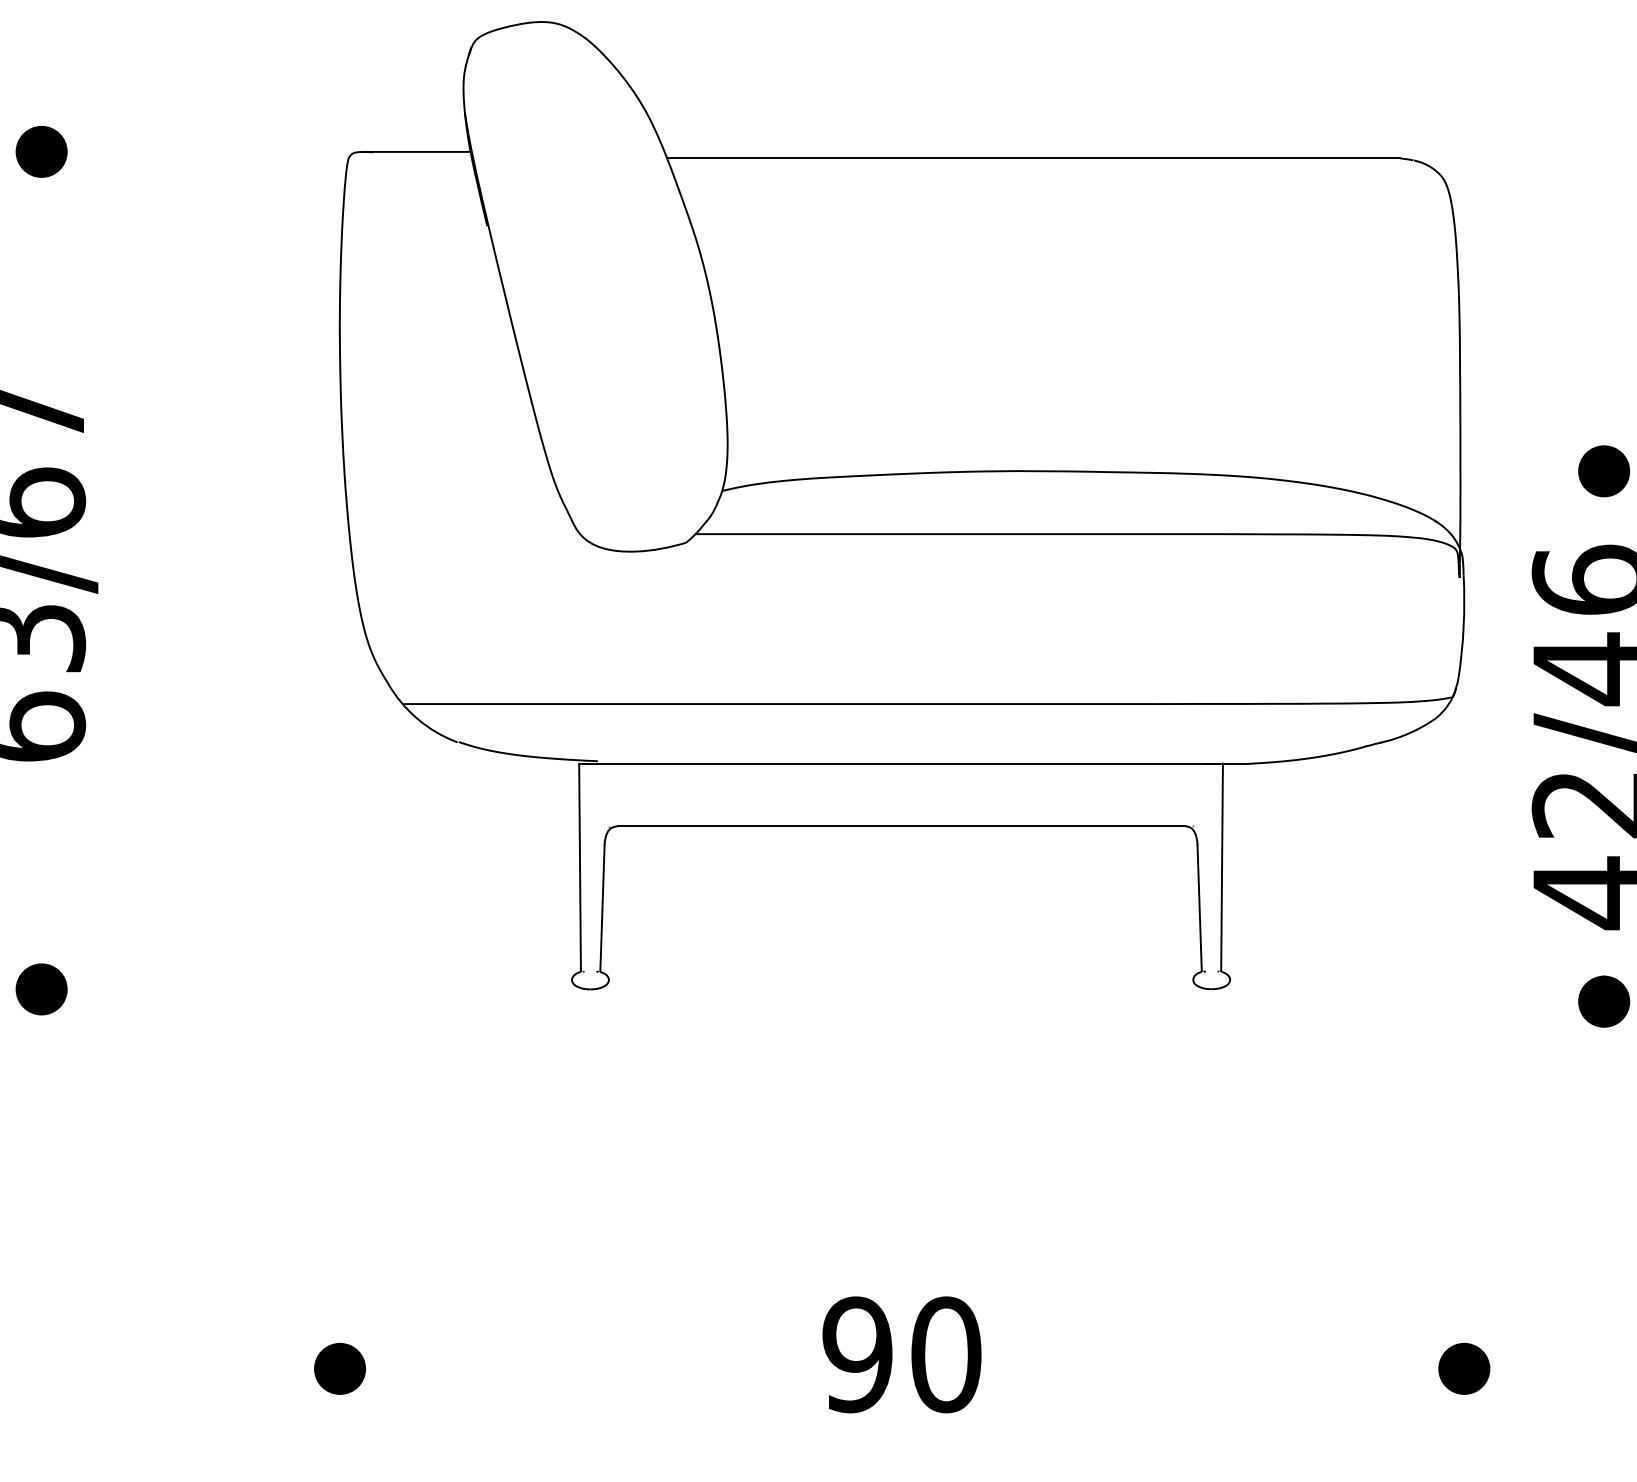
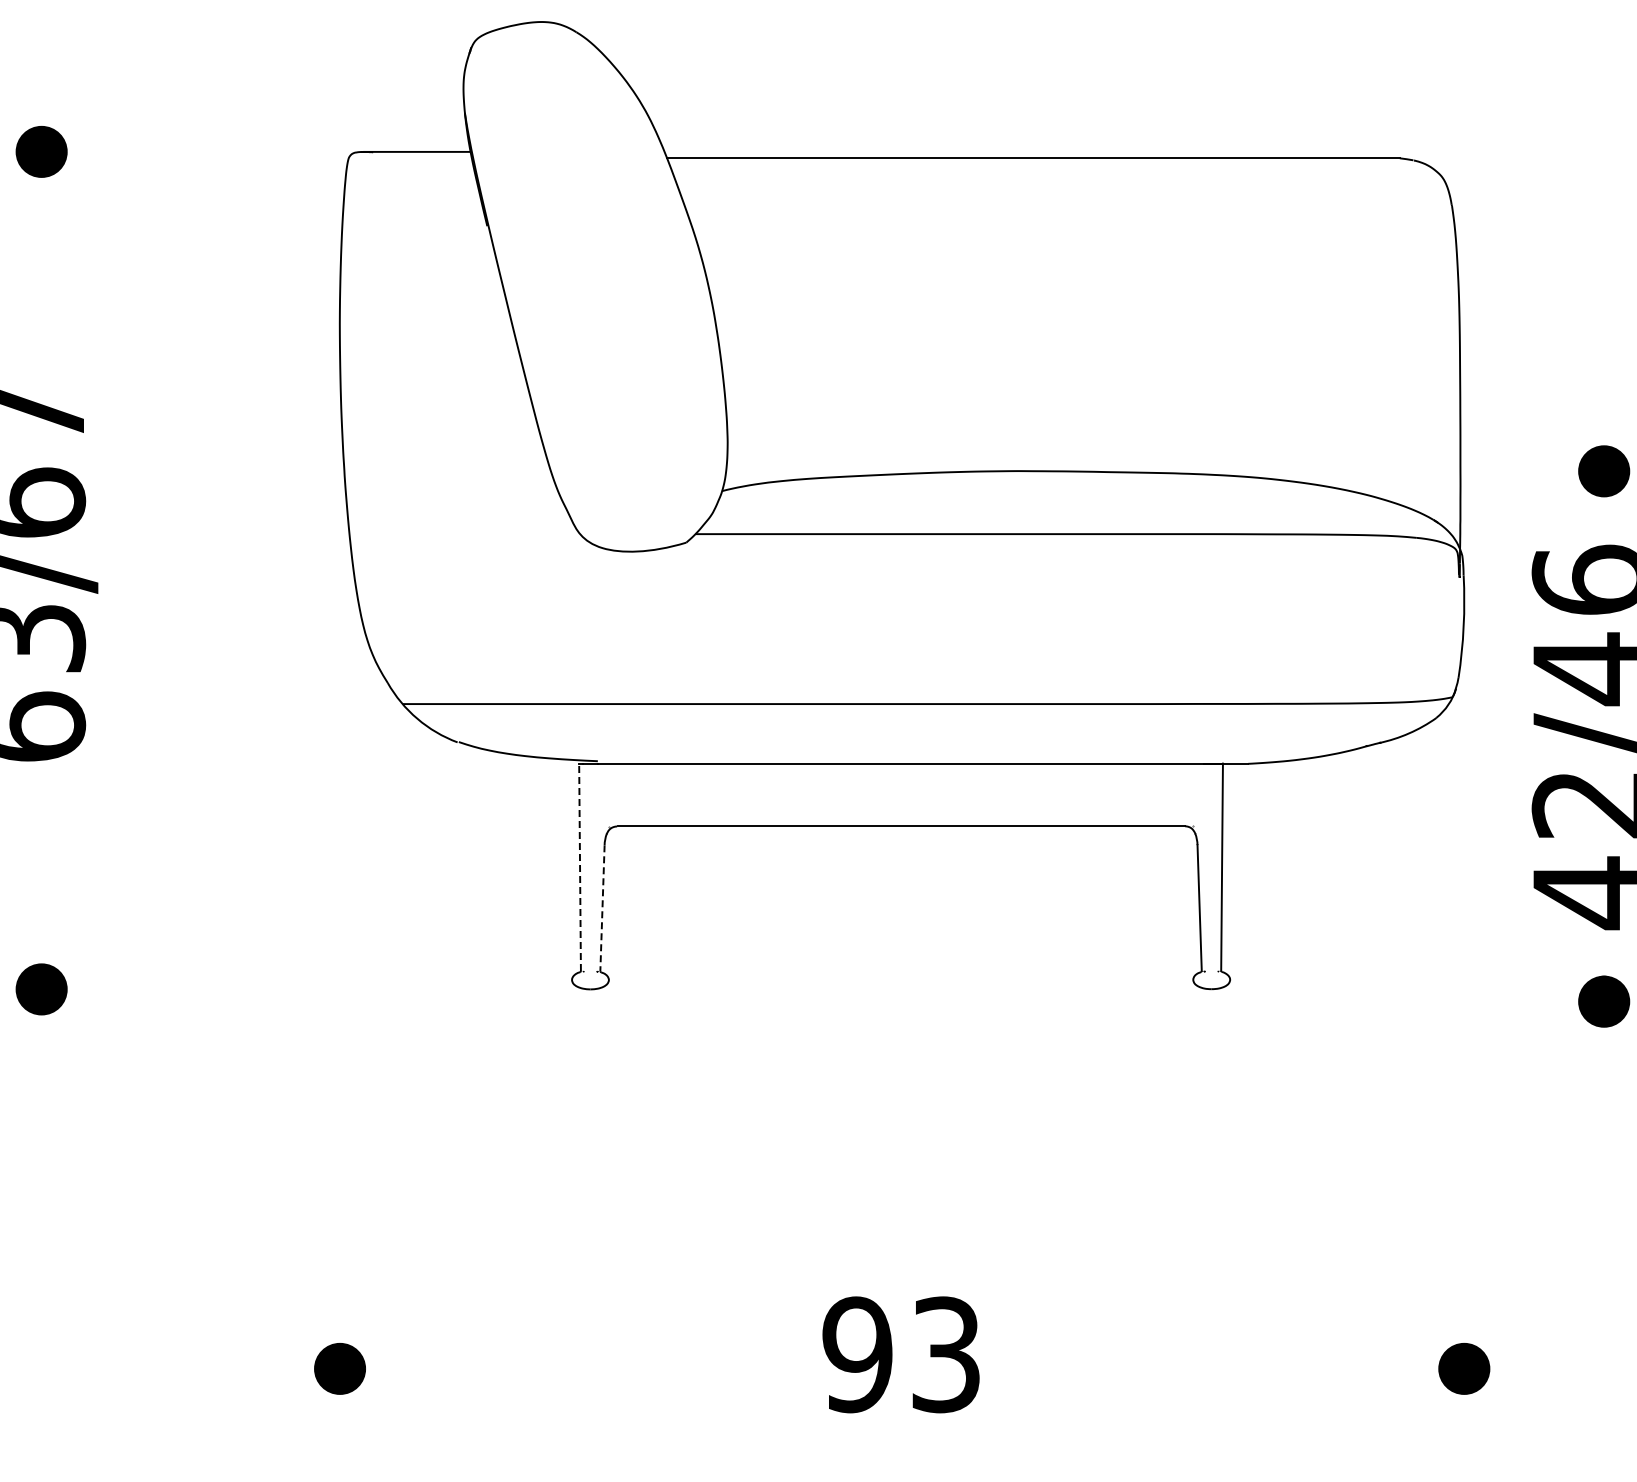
line at (580, 867): solid -> dashed
line at (602, 908): solid -> dashed
text at (946, 1354): 90 -> 93
